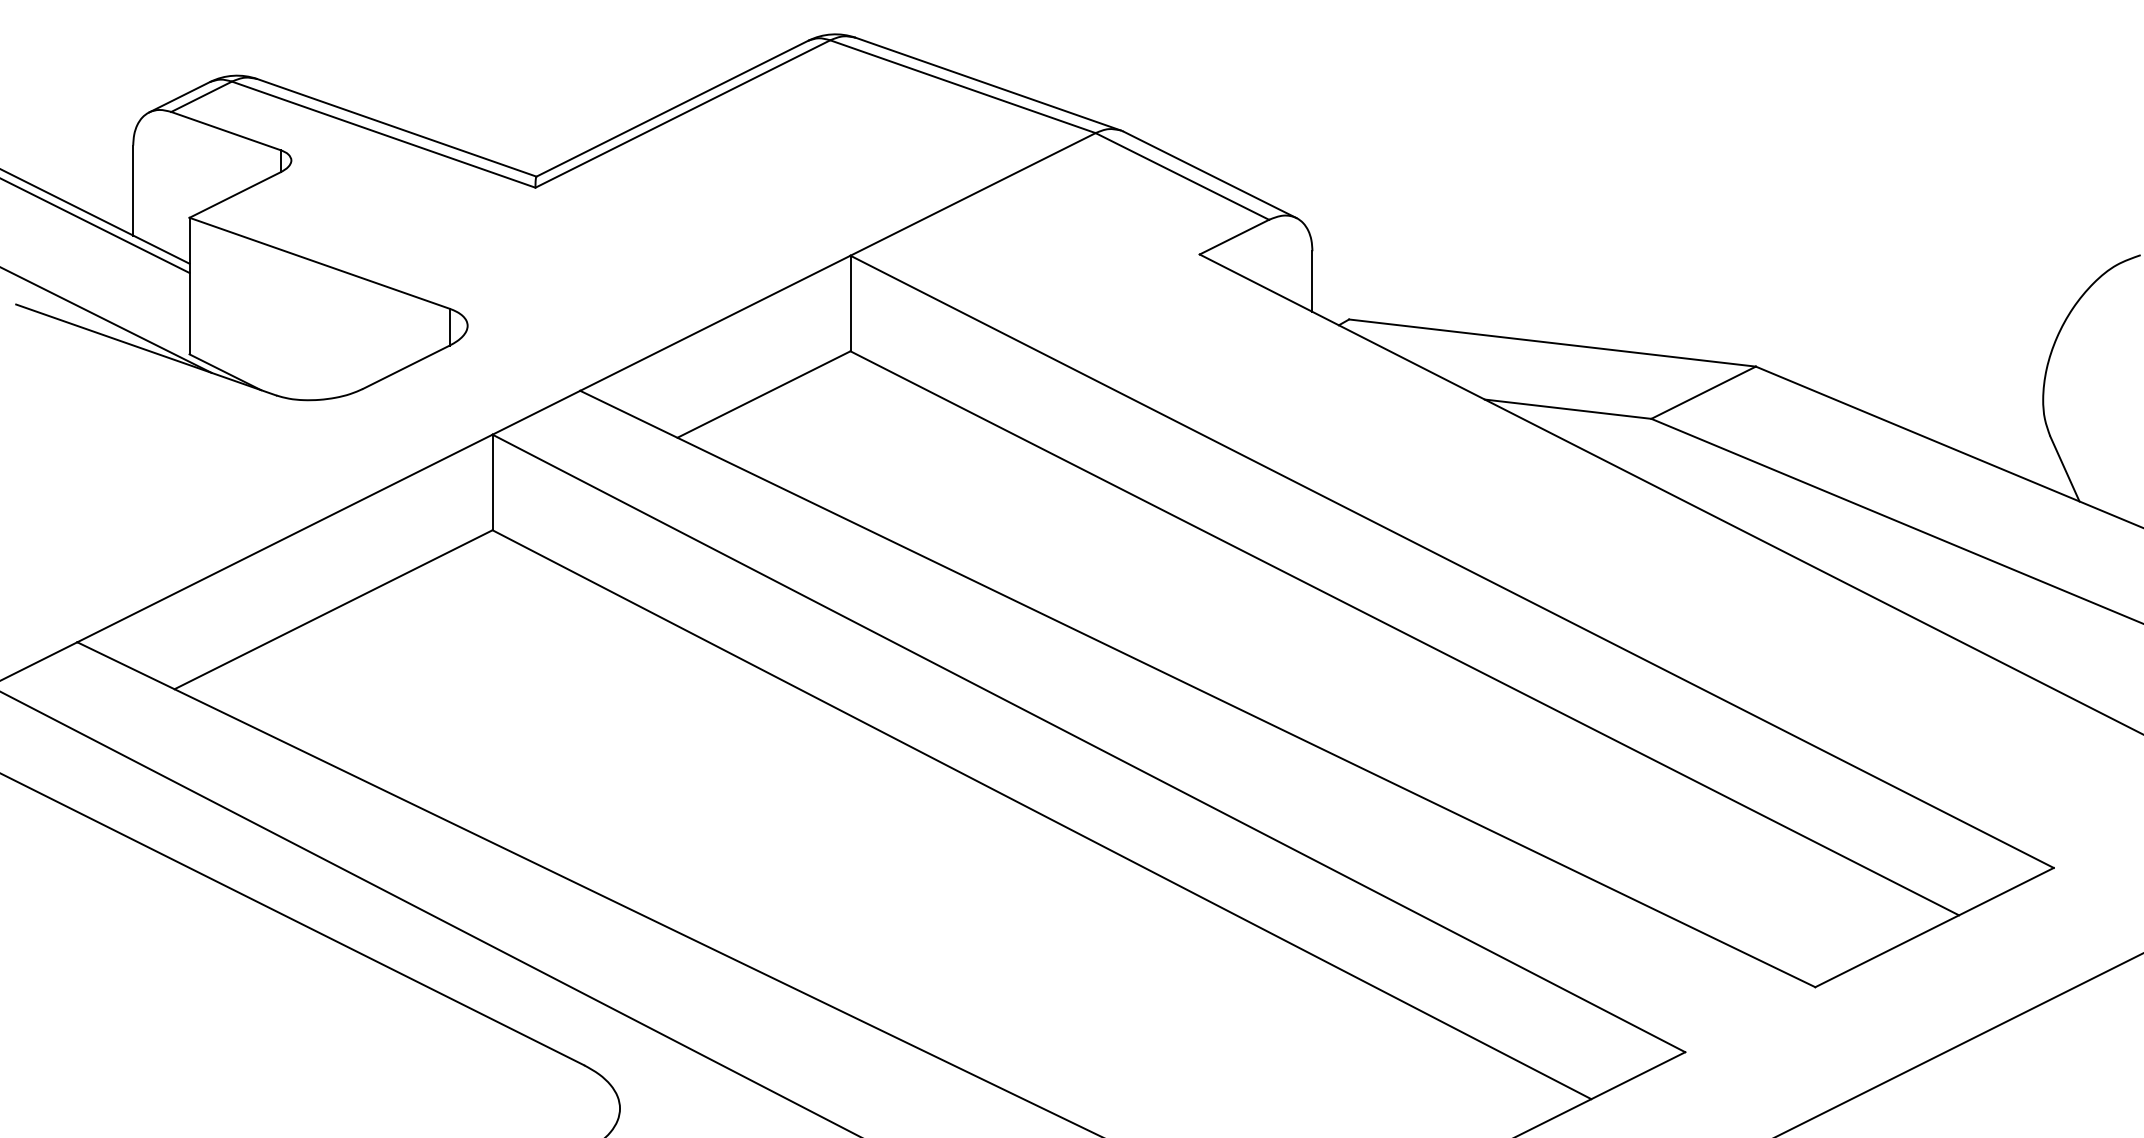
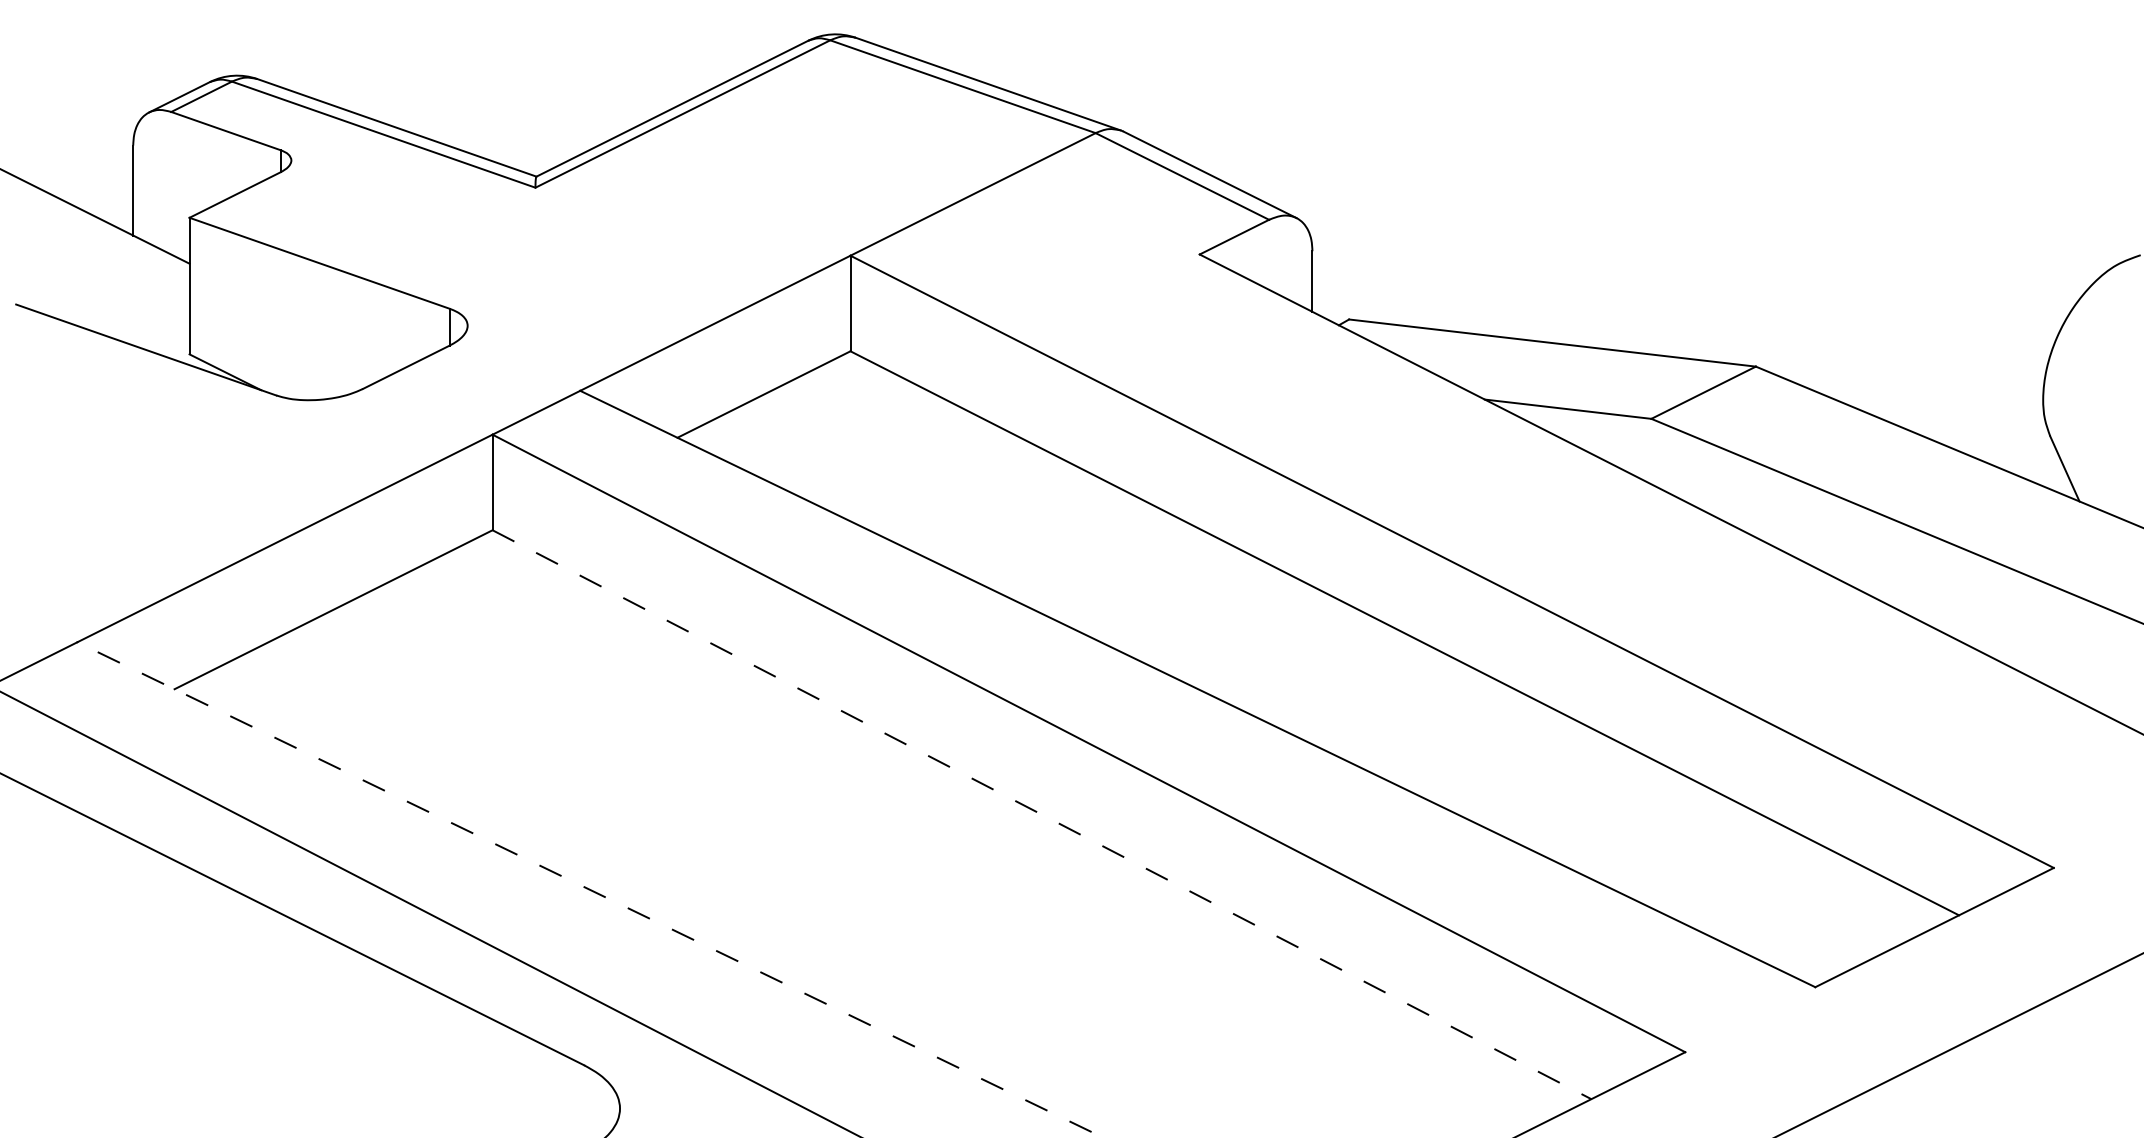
line at (95, 225): present -> none
line at (106, 320): present -> none
line at (1041, 814): solid -> dashed
line at (590, 890): solid -> dashed
